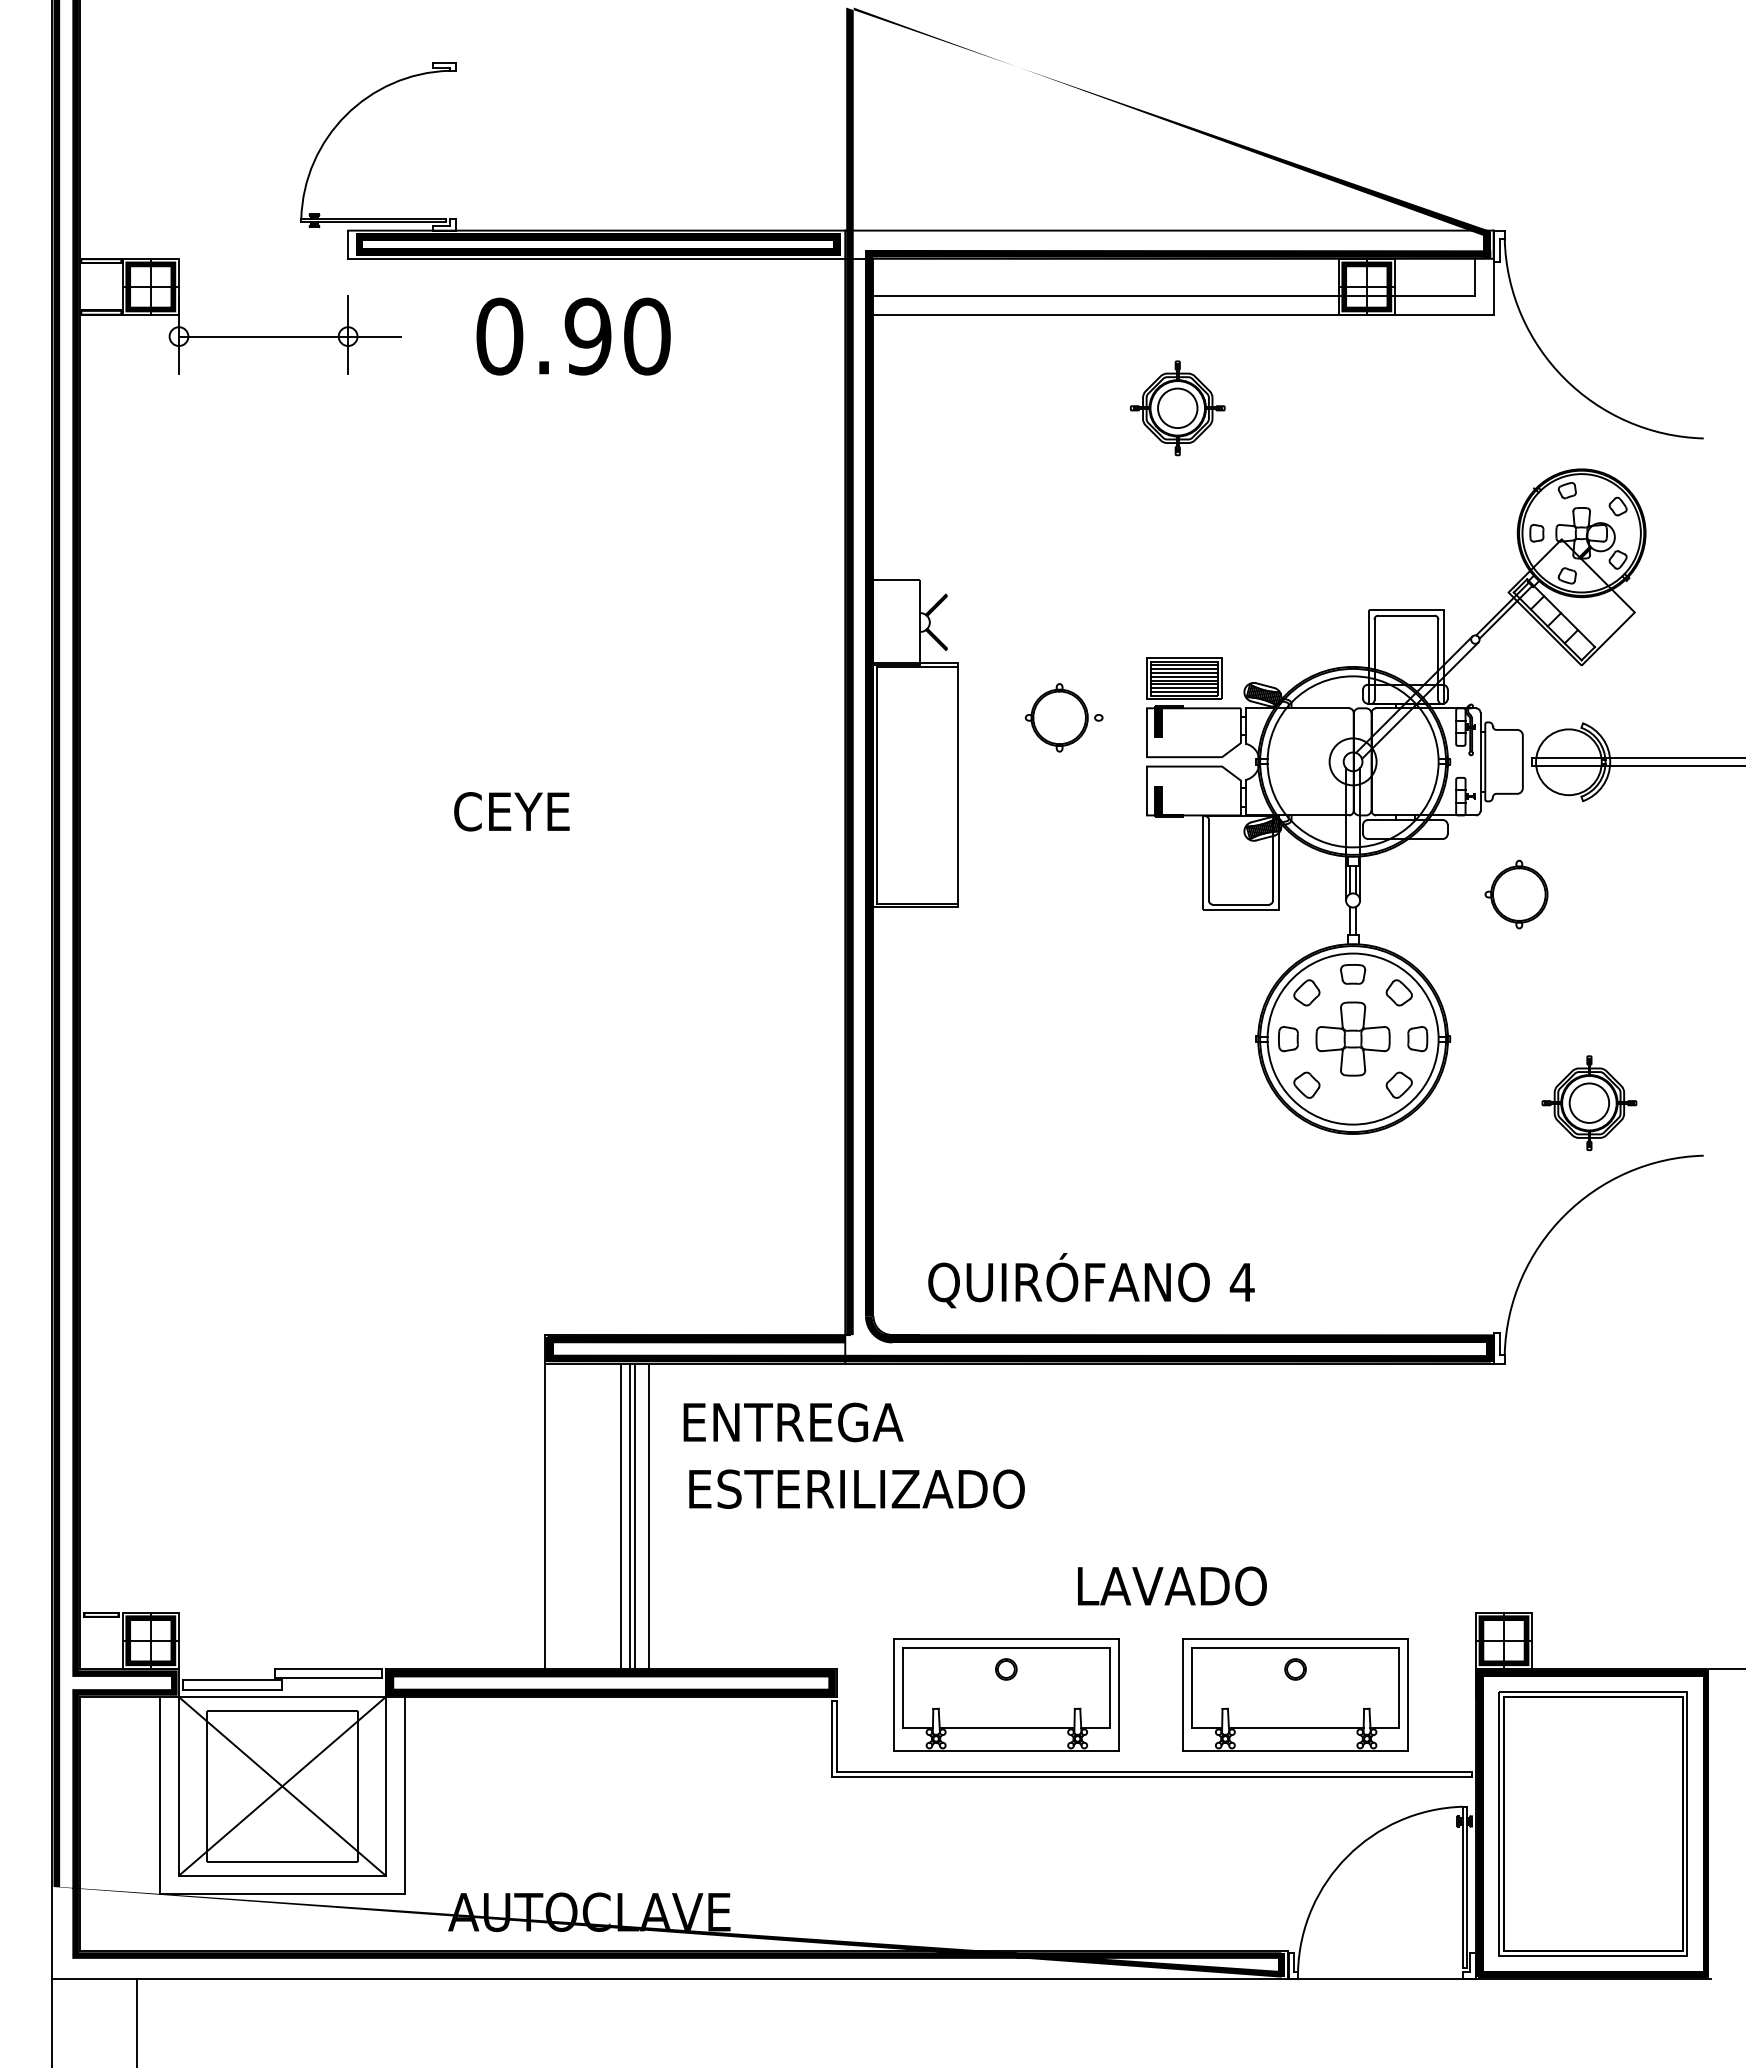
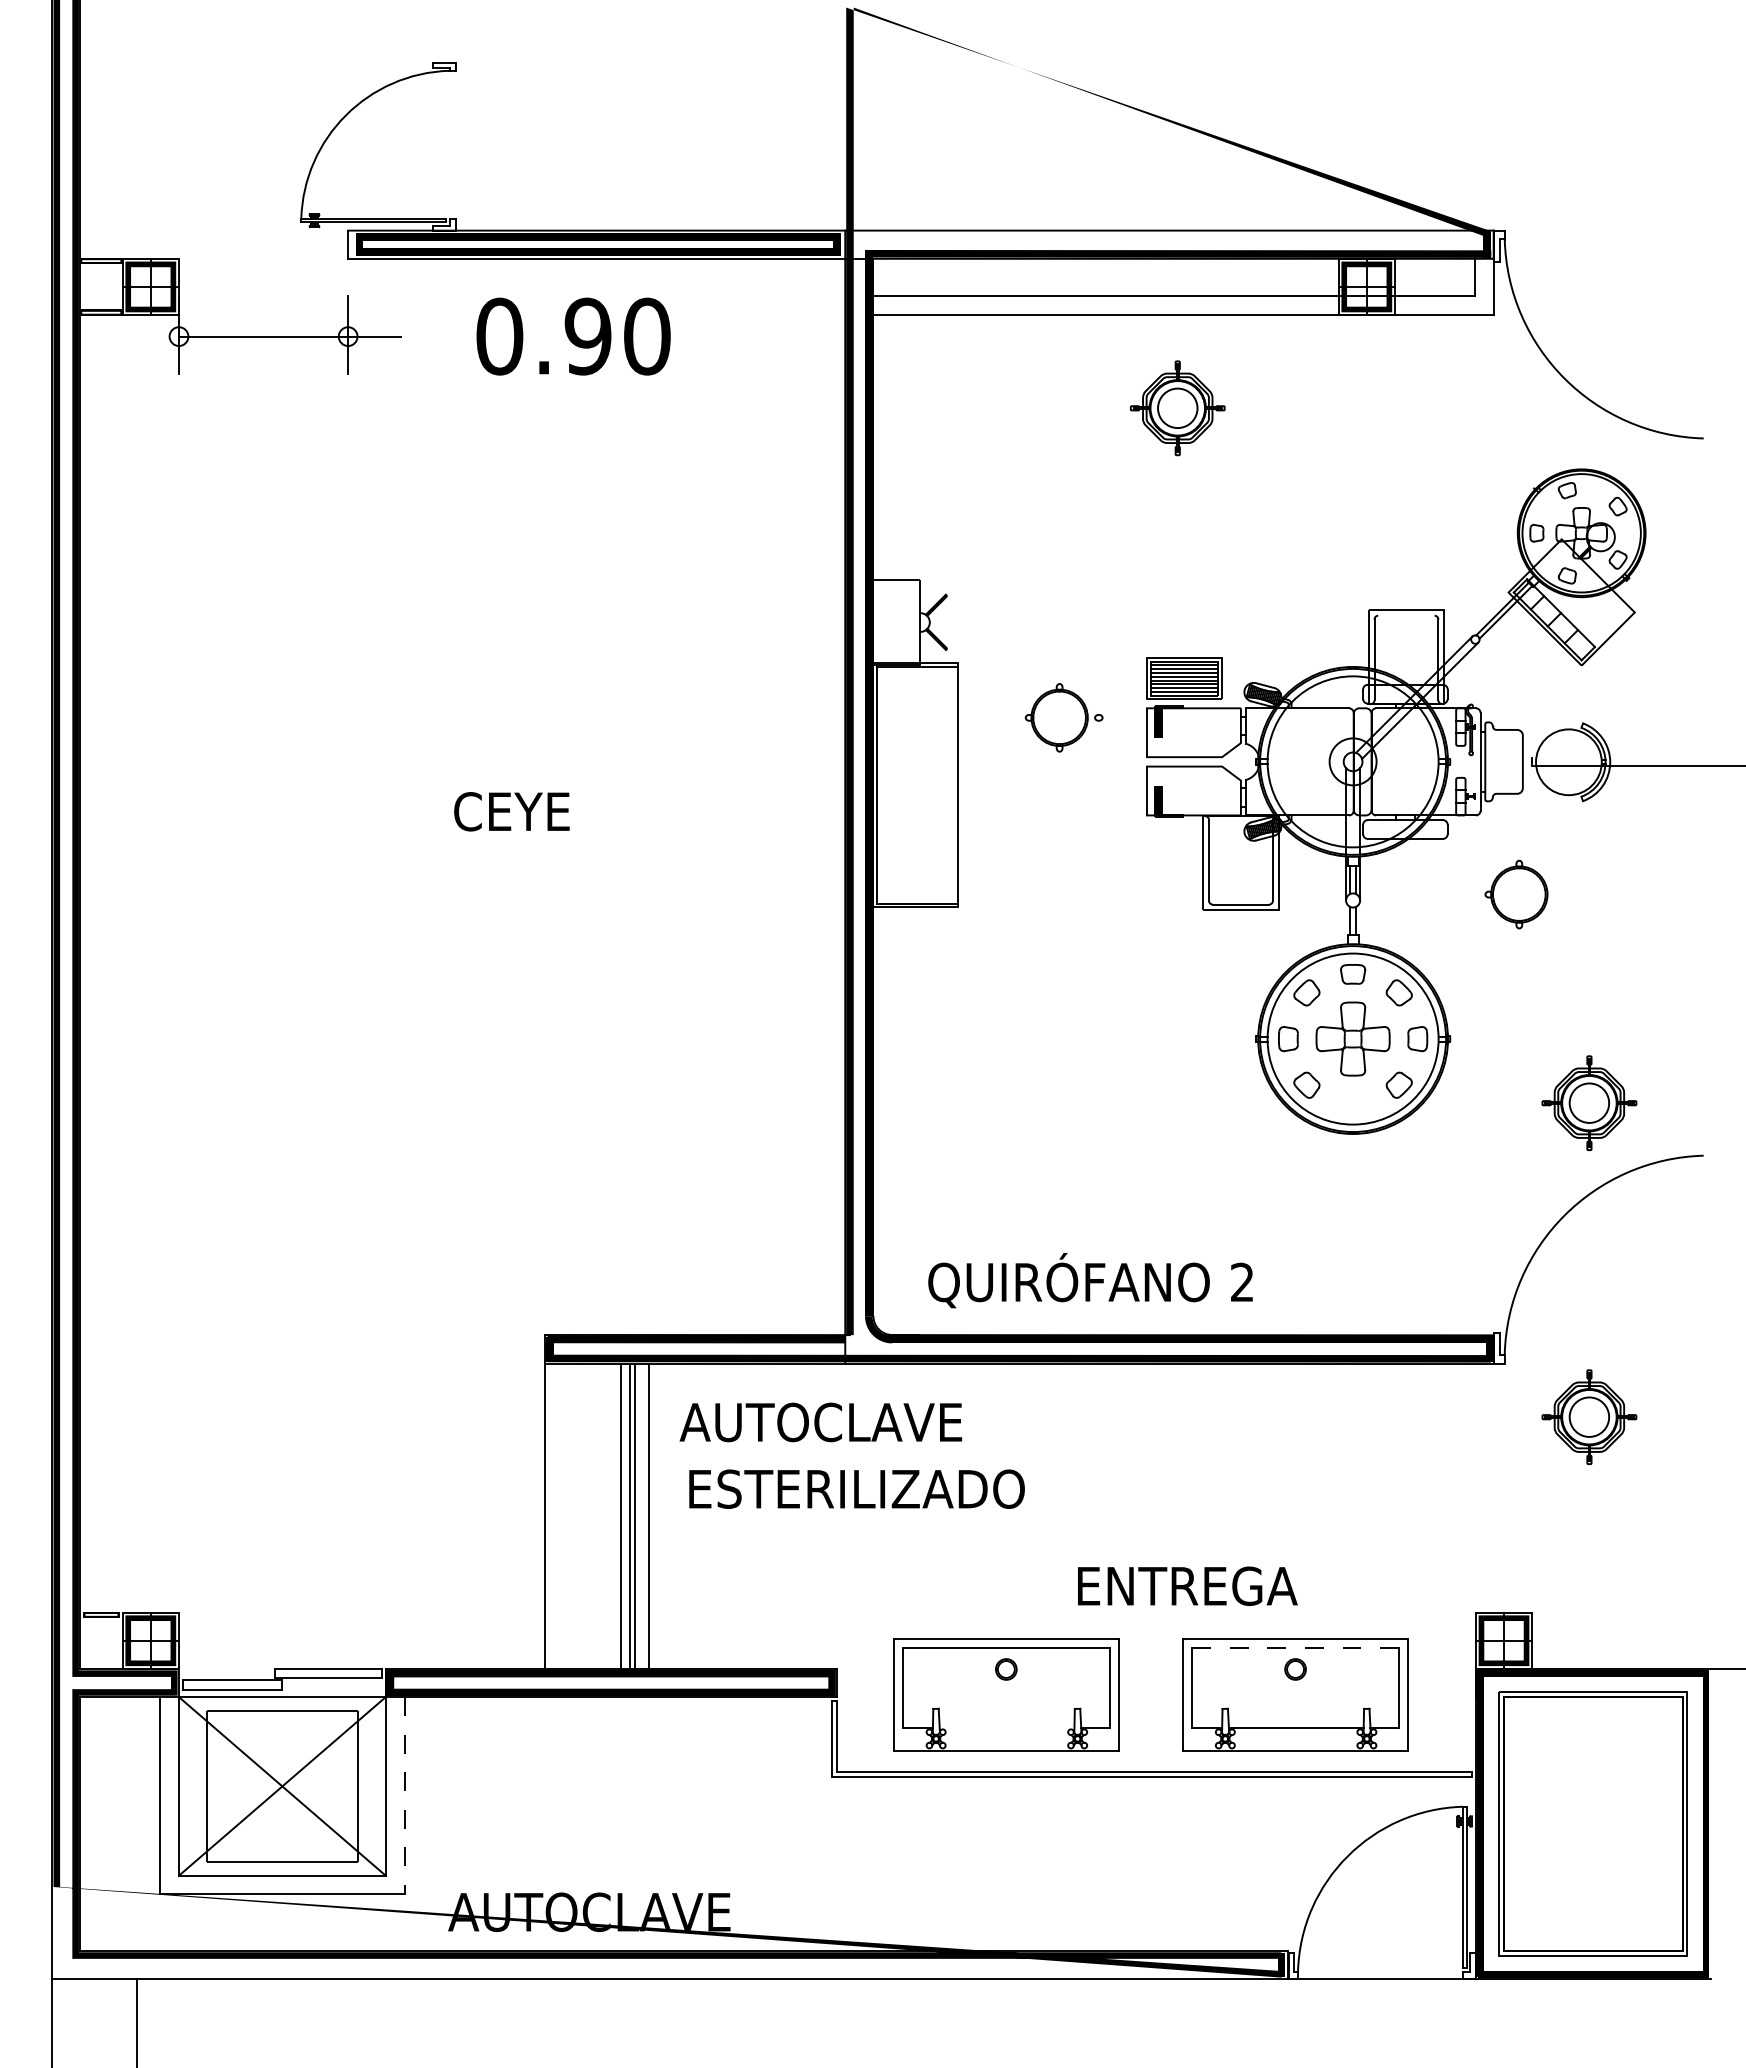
line at (1406, 615): present -> none
line at (1637, 758): present -> none
text at (1241, 1281): 4 -> 2
part at (1589, 1416): none -> present
text at (820, 1422): ENTREGA -> AUTOCLAVE
text at (1189, 1585): LAVADO -> ENTREGA
line at (1295, 1647): solid -> dashed
line at (1006, 1727): present -> none
line at (404, 1795): solid -> dashed
